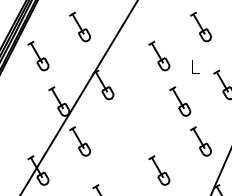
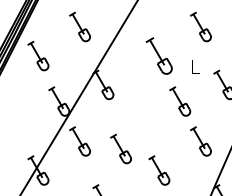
part at (159, 55) size: 23x32 px -> 28x38 px
part at (120, 148): none -> present
